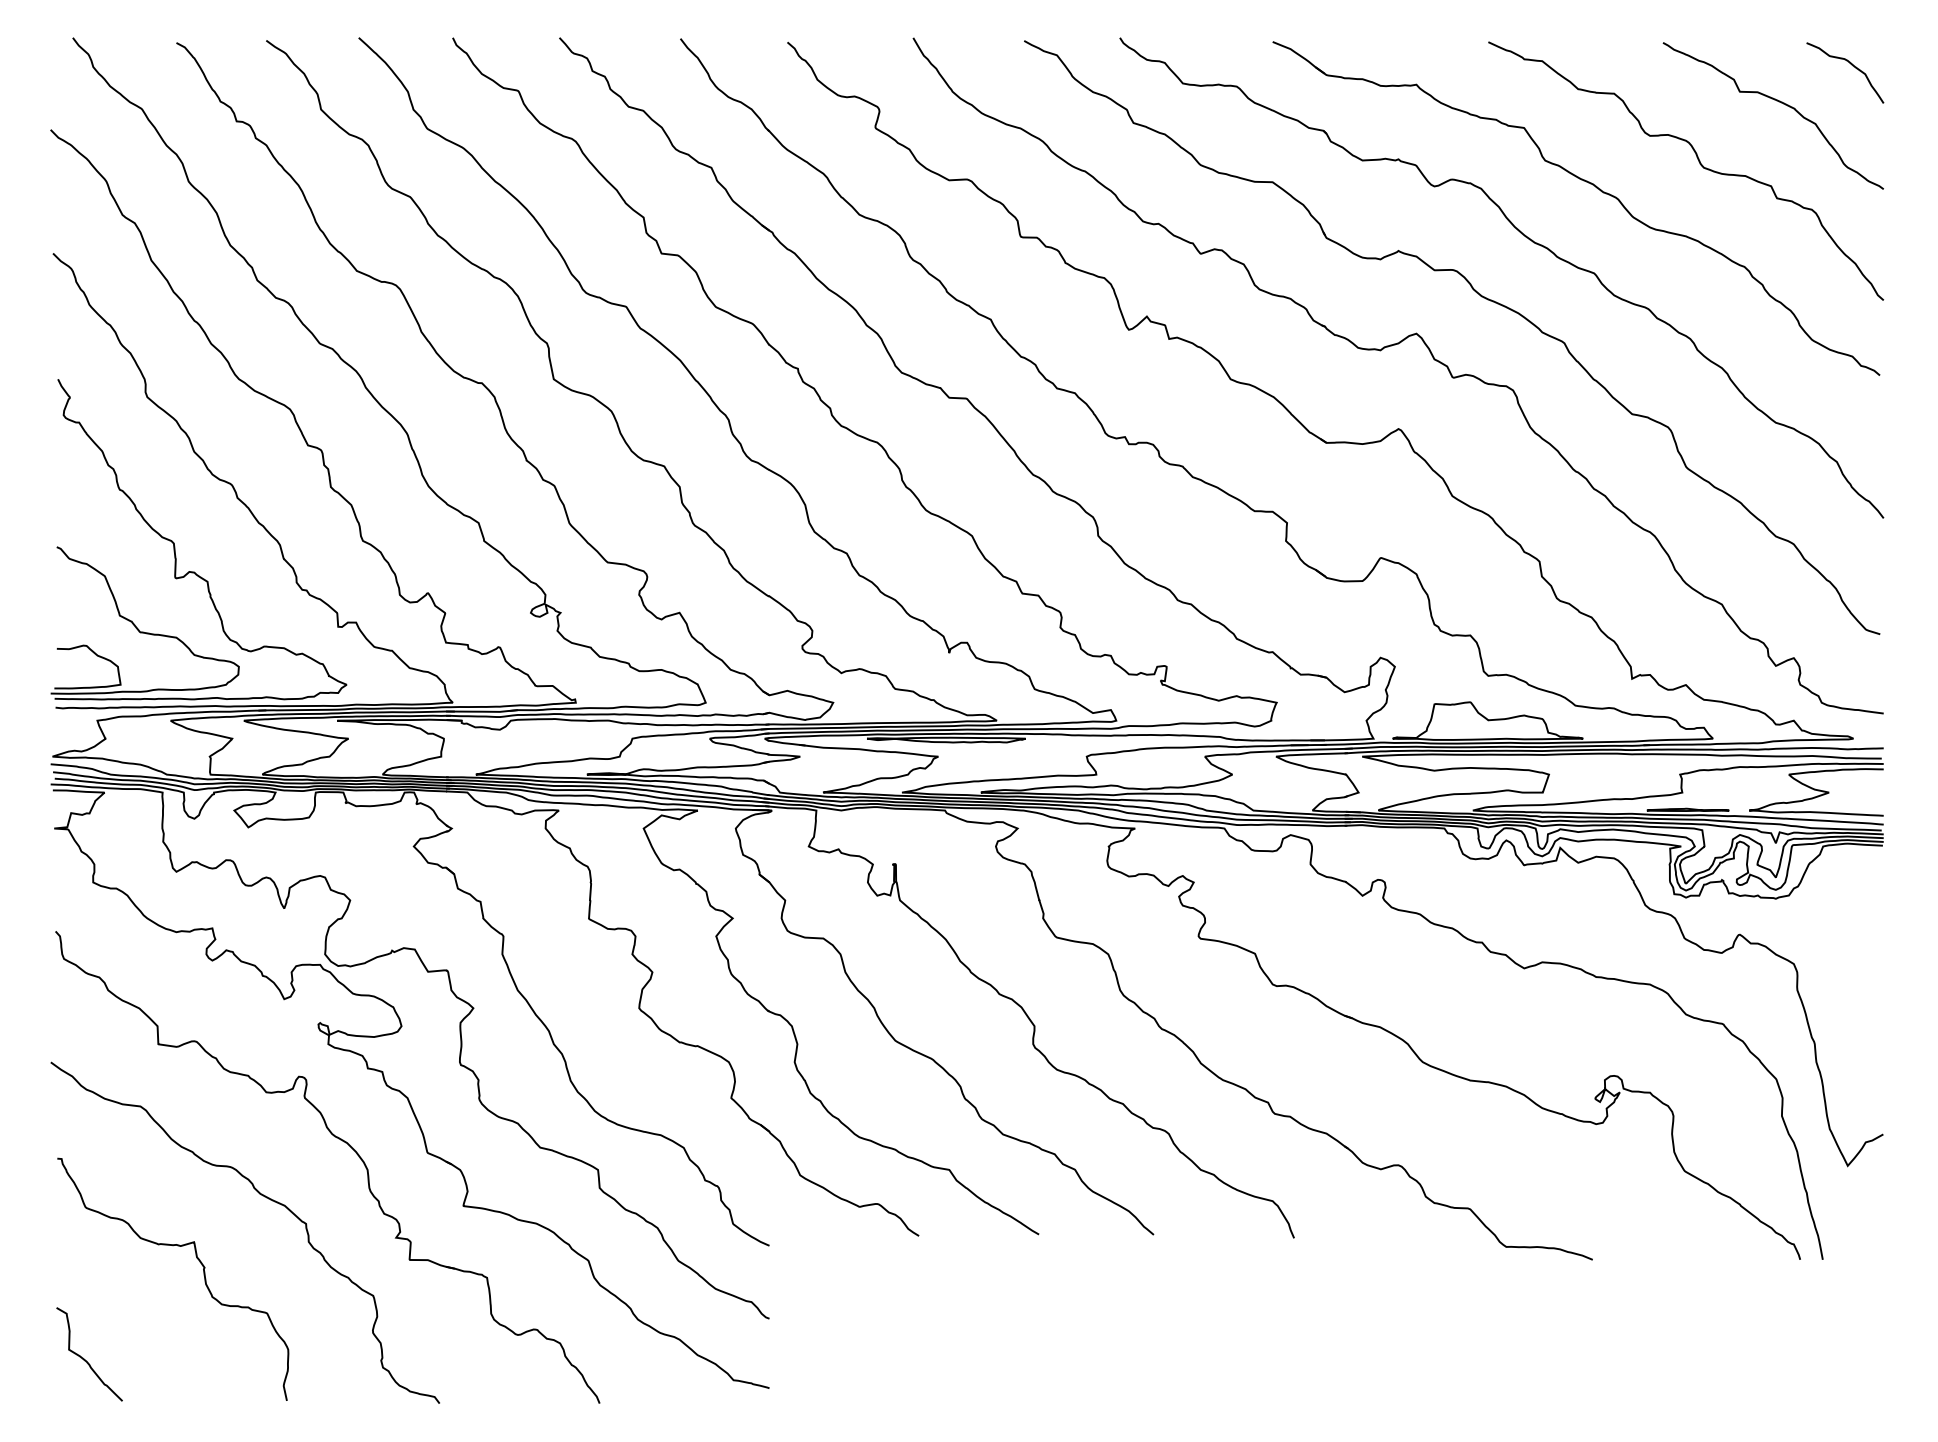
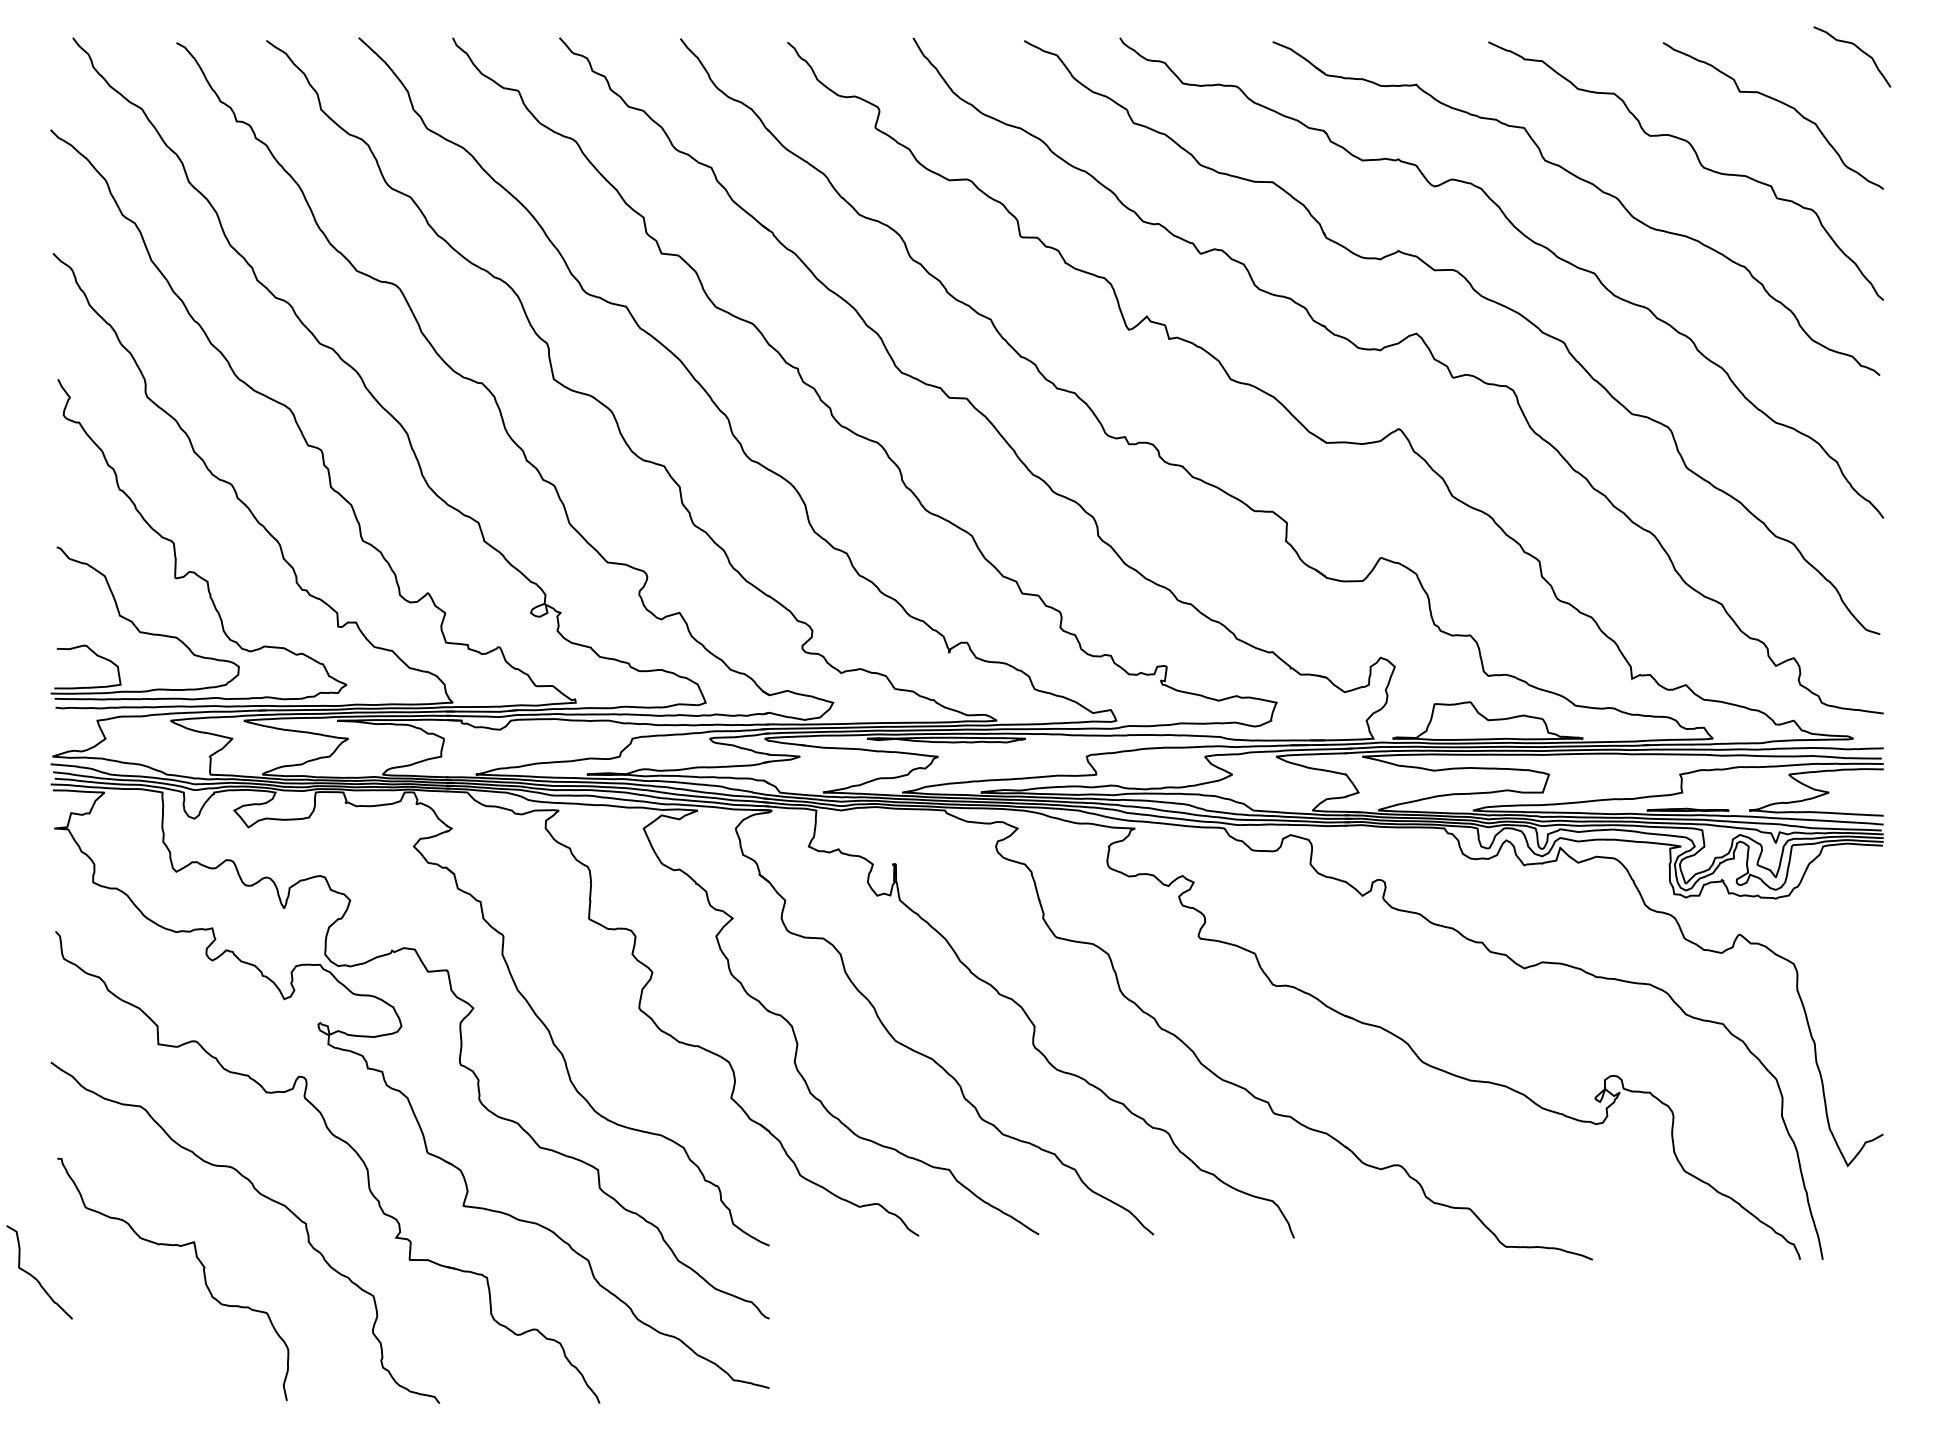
curve at (1851, 65) position: (1851, 65) -> (1858, 49)
curve at (84, 1358) position: (84, 1358) -> (34, 1276)
